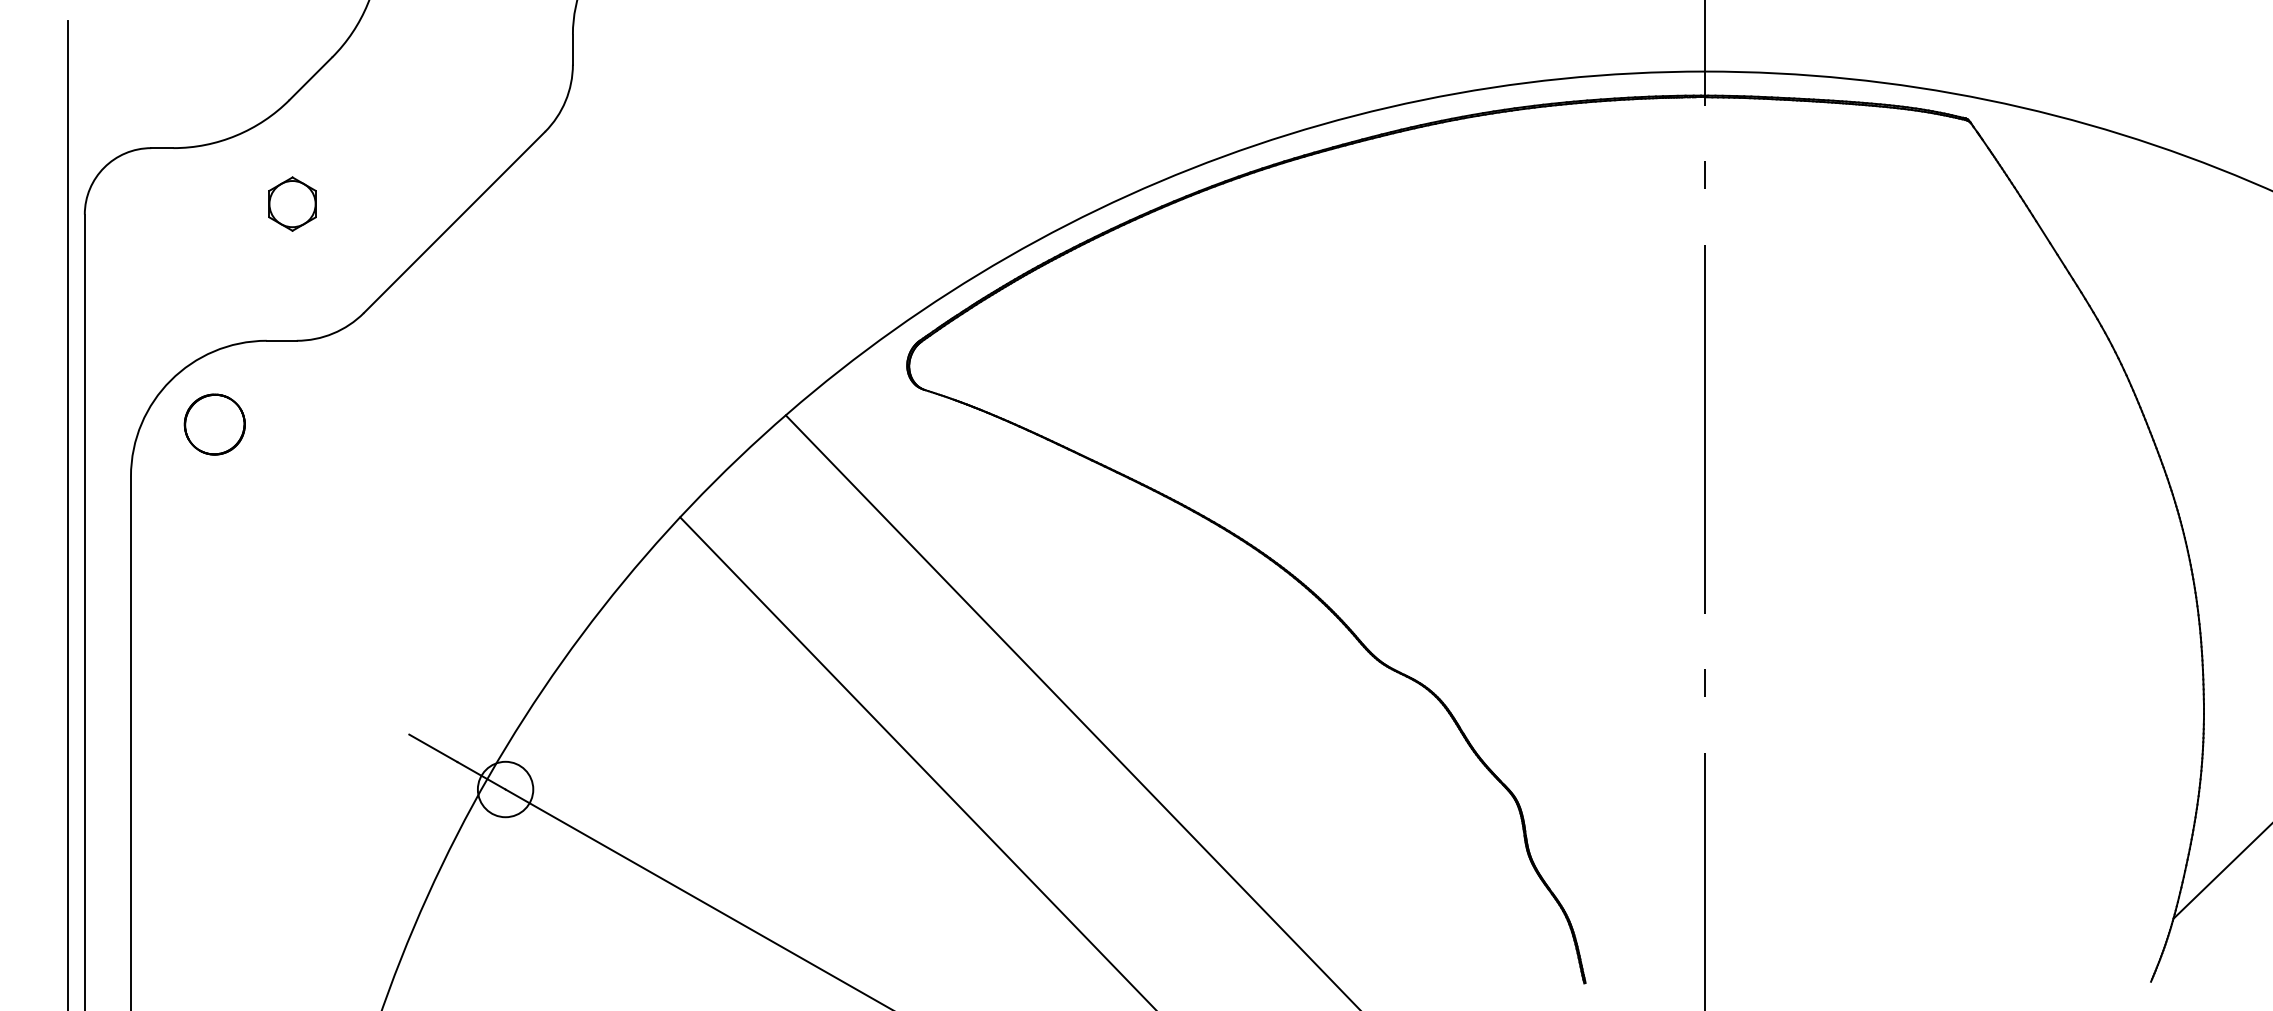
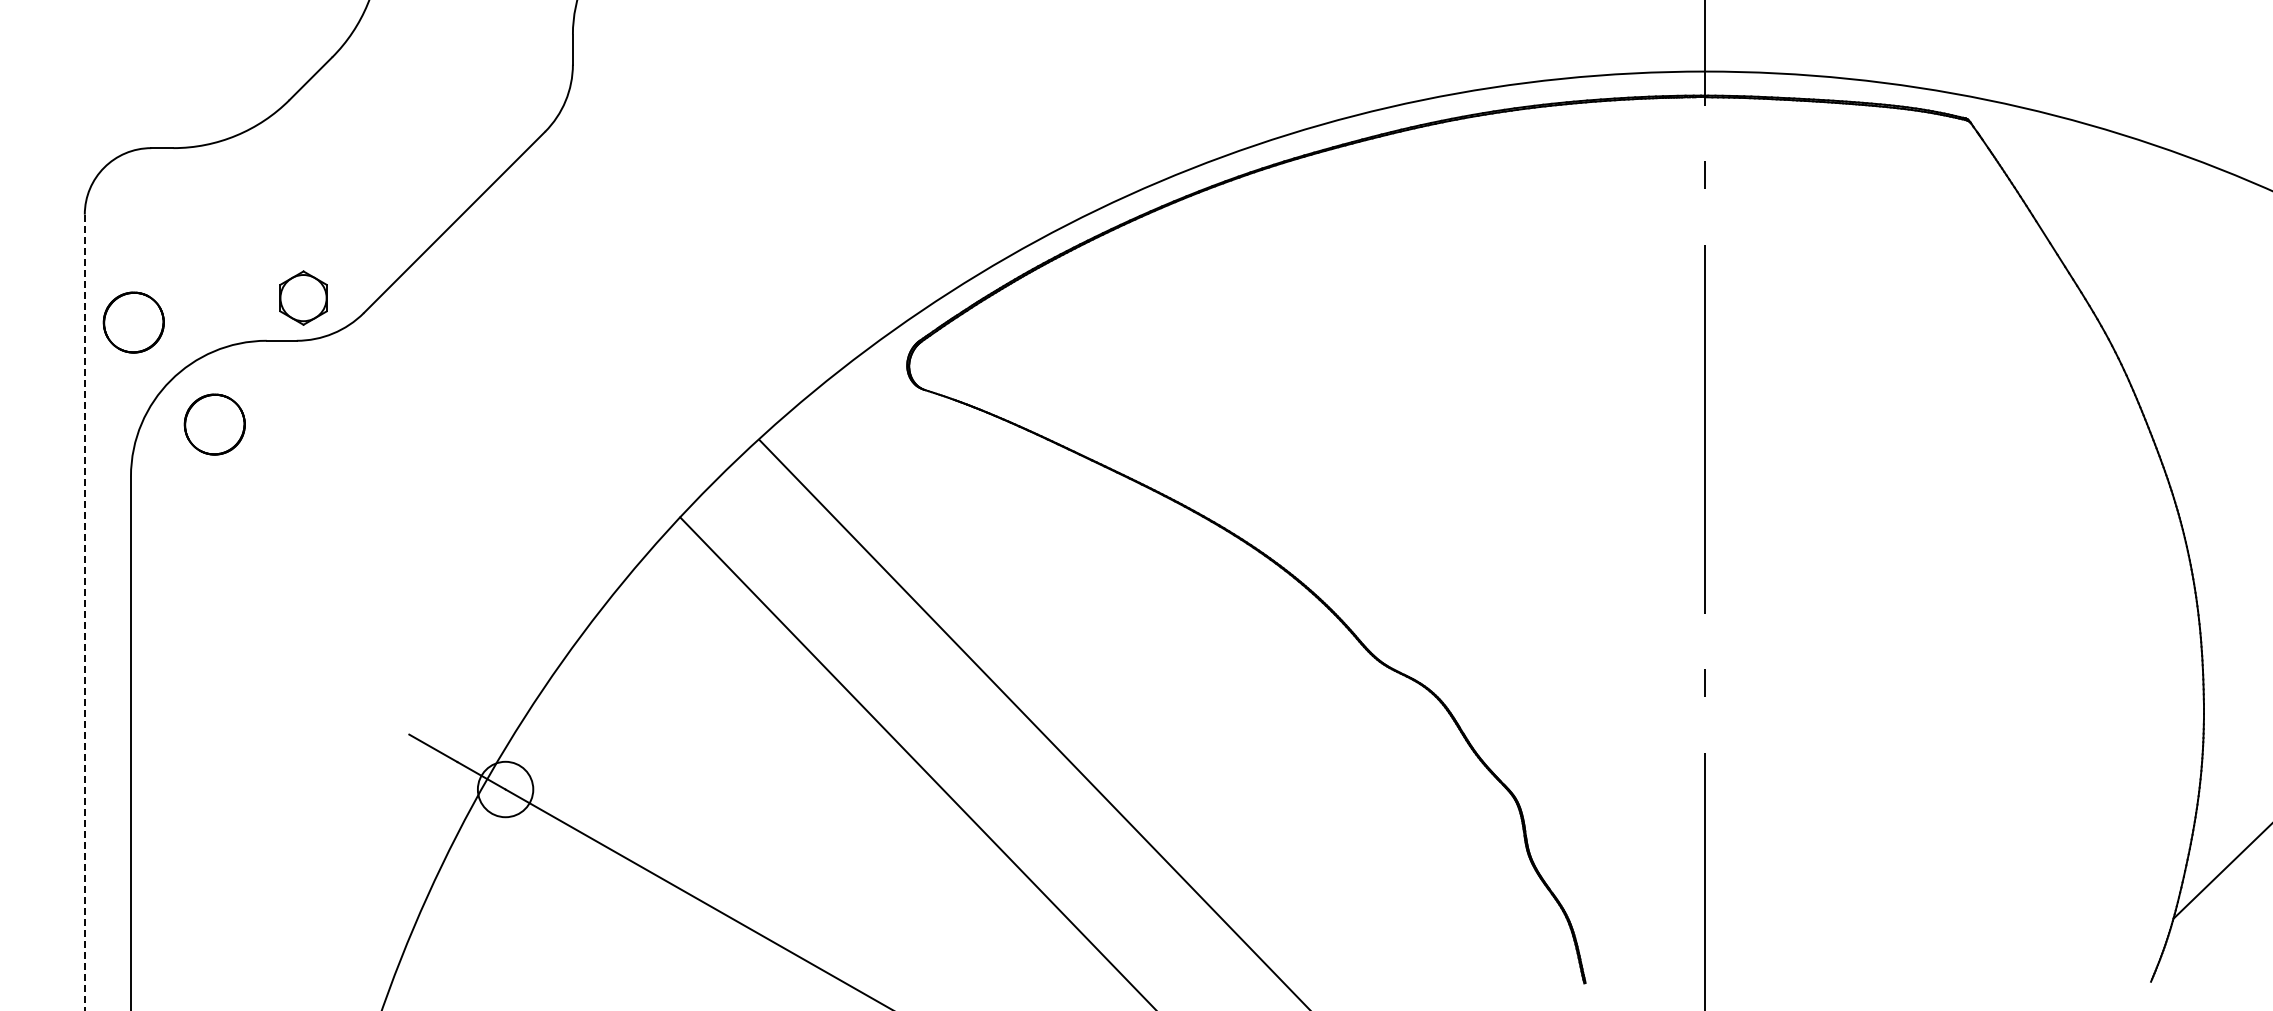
part at (292, 203) position: (292, 203) -> (303, 297)
part at (133, 322): none -> present
line at (68, 513): present -> none
line at (84, 612): solid -> dashed
line at (1071, 711) position: (1071, 711) -> (1033, 723)
